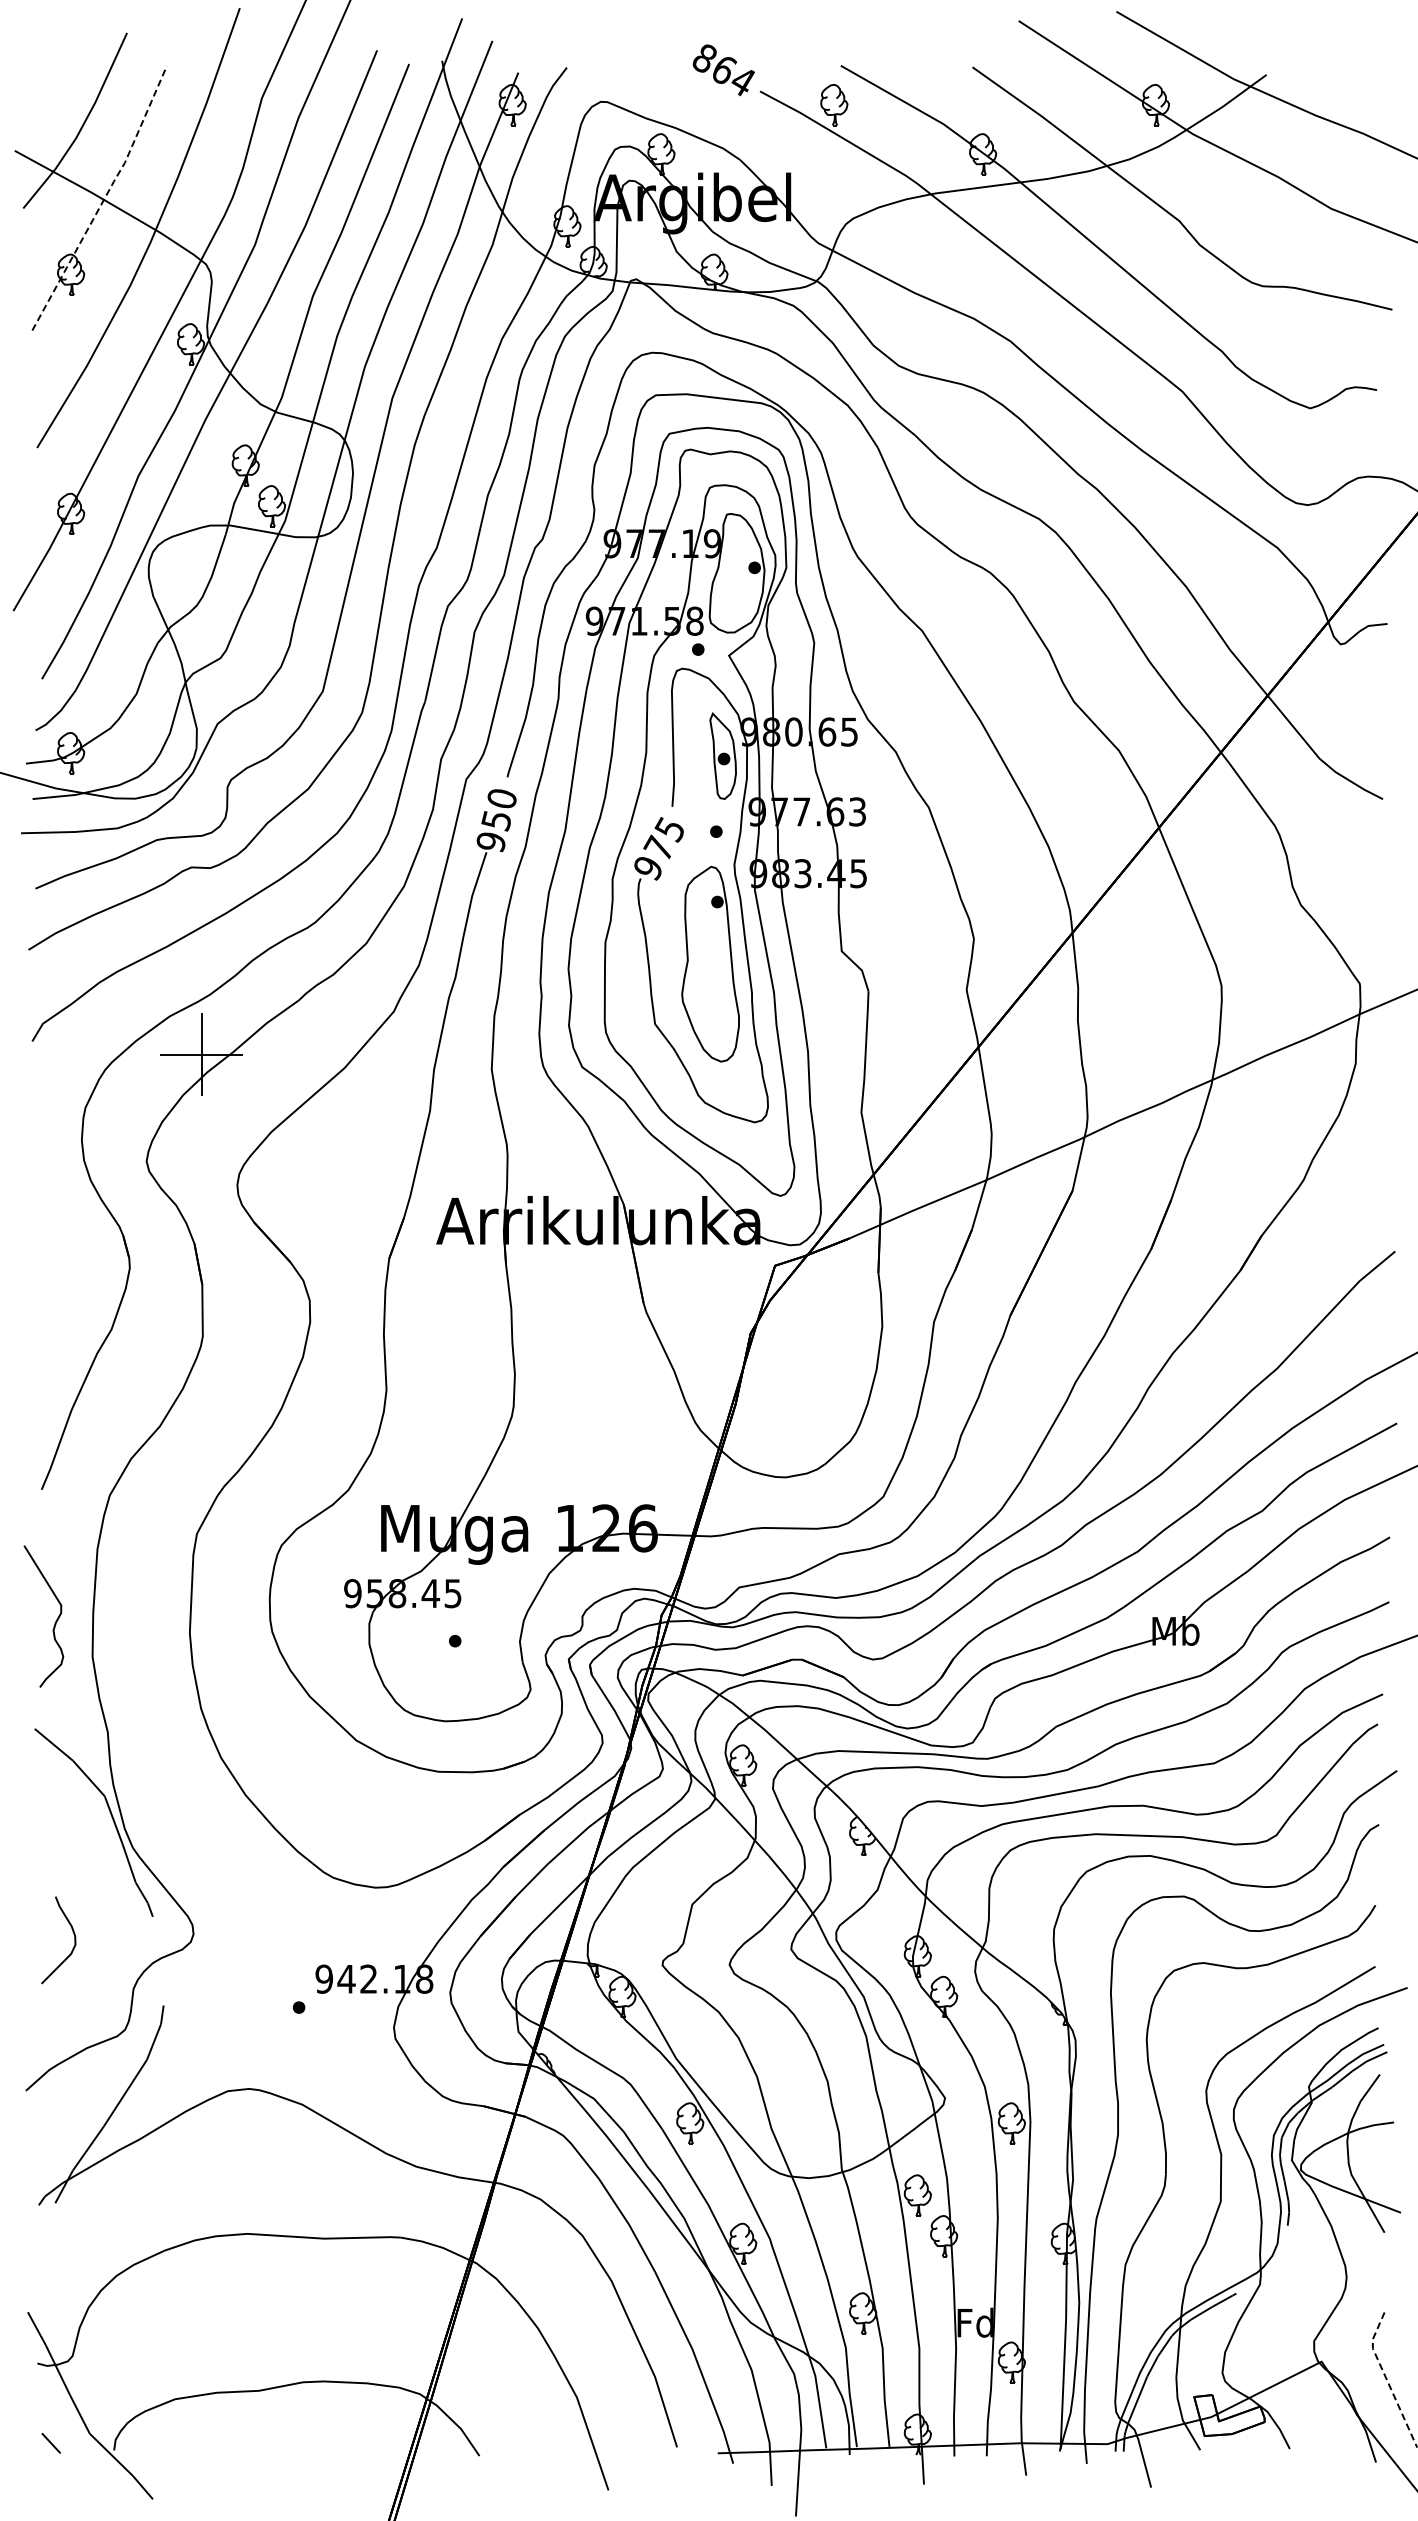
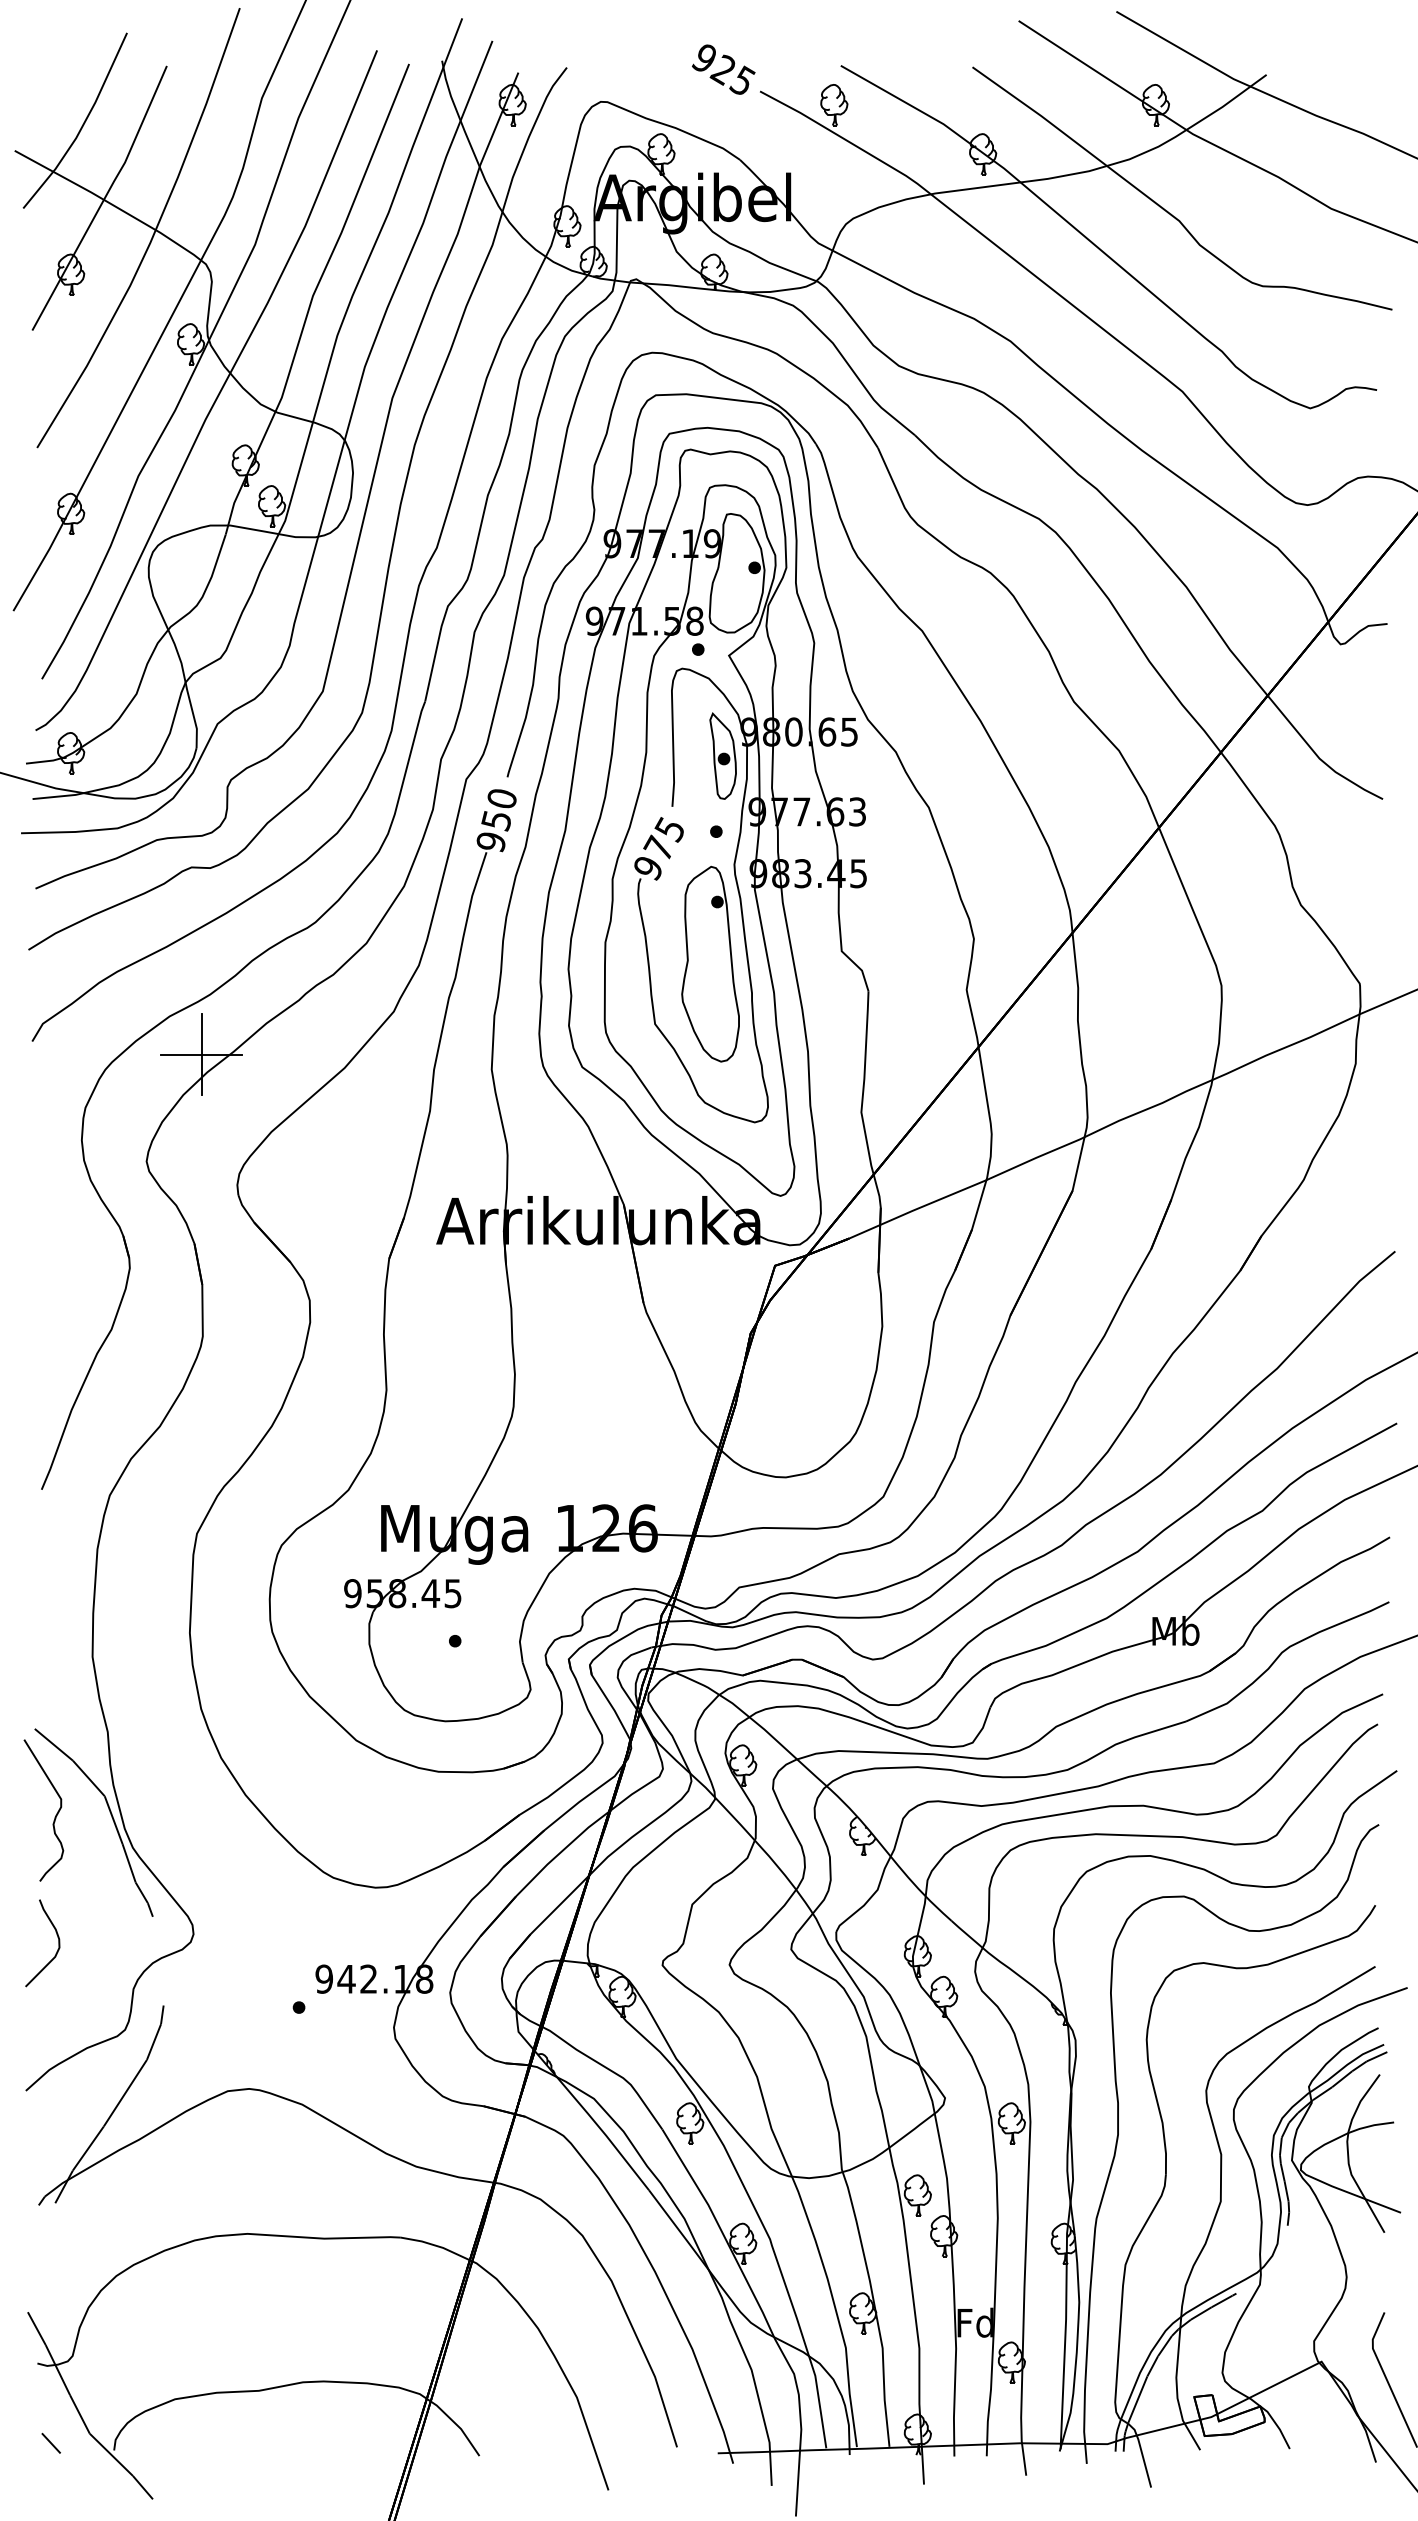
text at (723, 70): 864 -> 925
line at (104, 198): dashed -> solid
curve at (55, 1621) position: (55, 1621) -> (55, 1815)
curve at (74, 1940) position: (74, 1940) -> (58, 1943)
line at (1386, 2379): dashed -> solid
